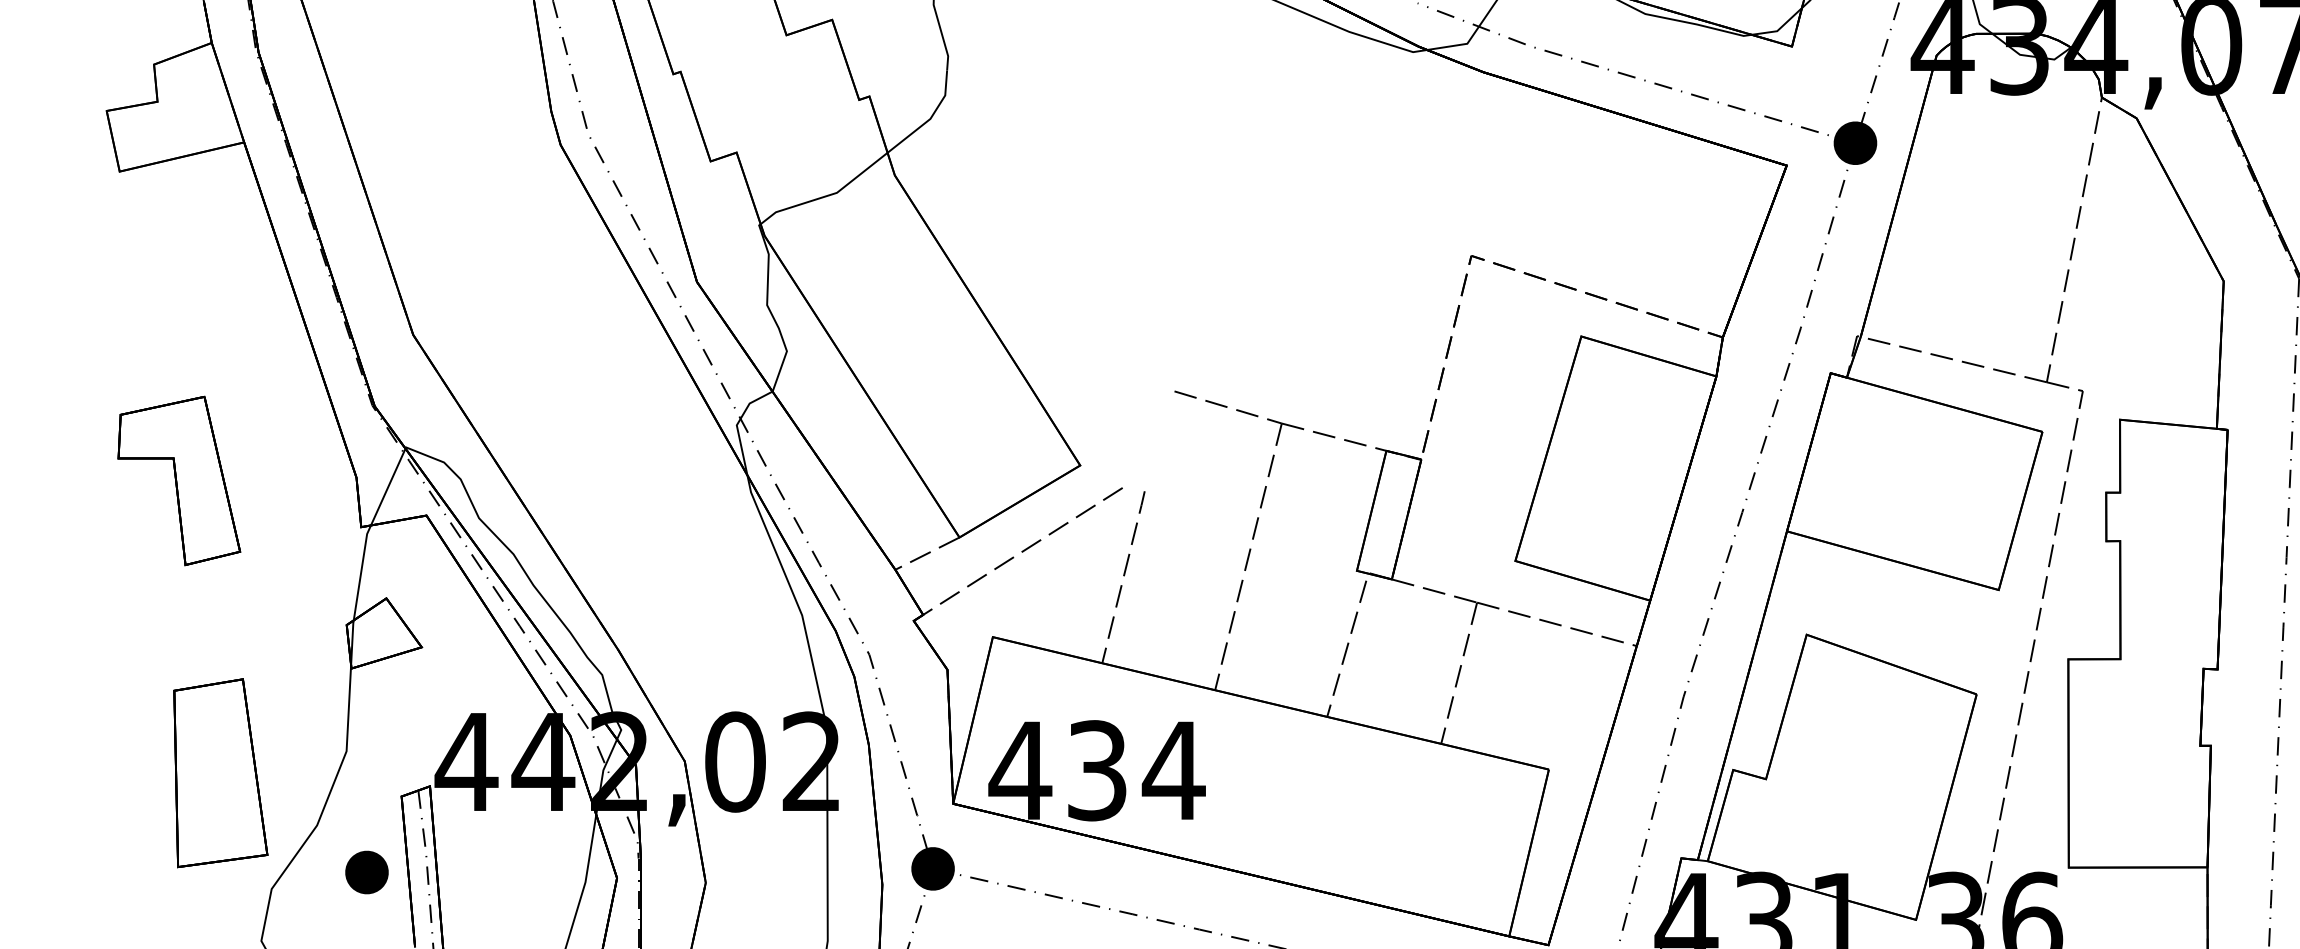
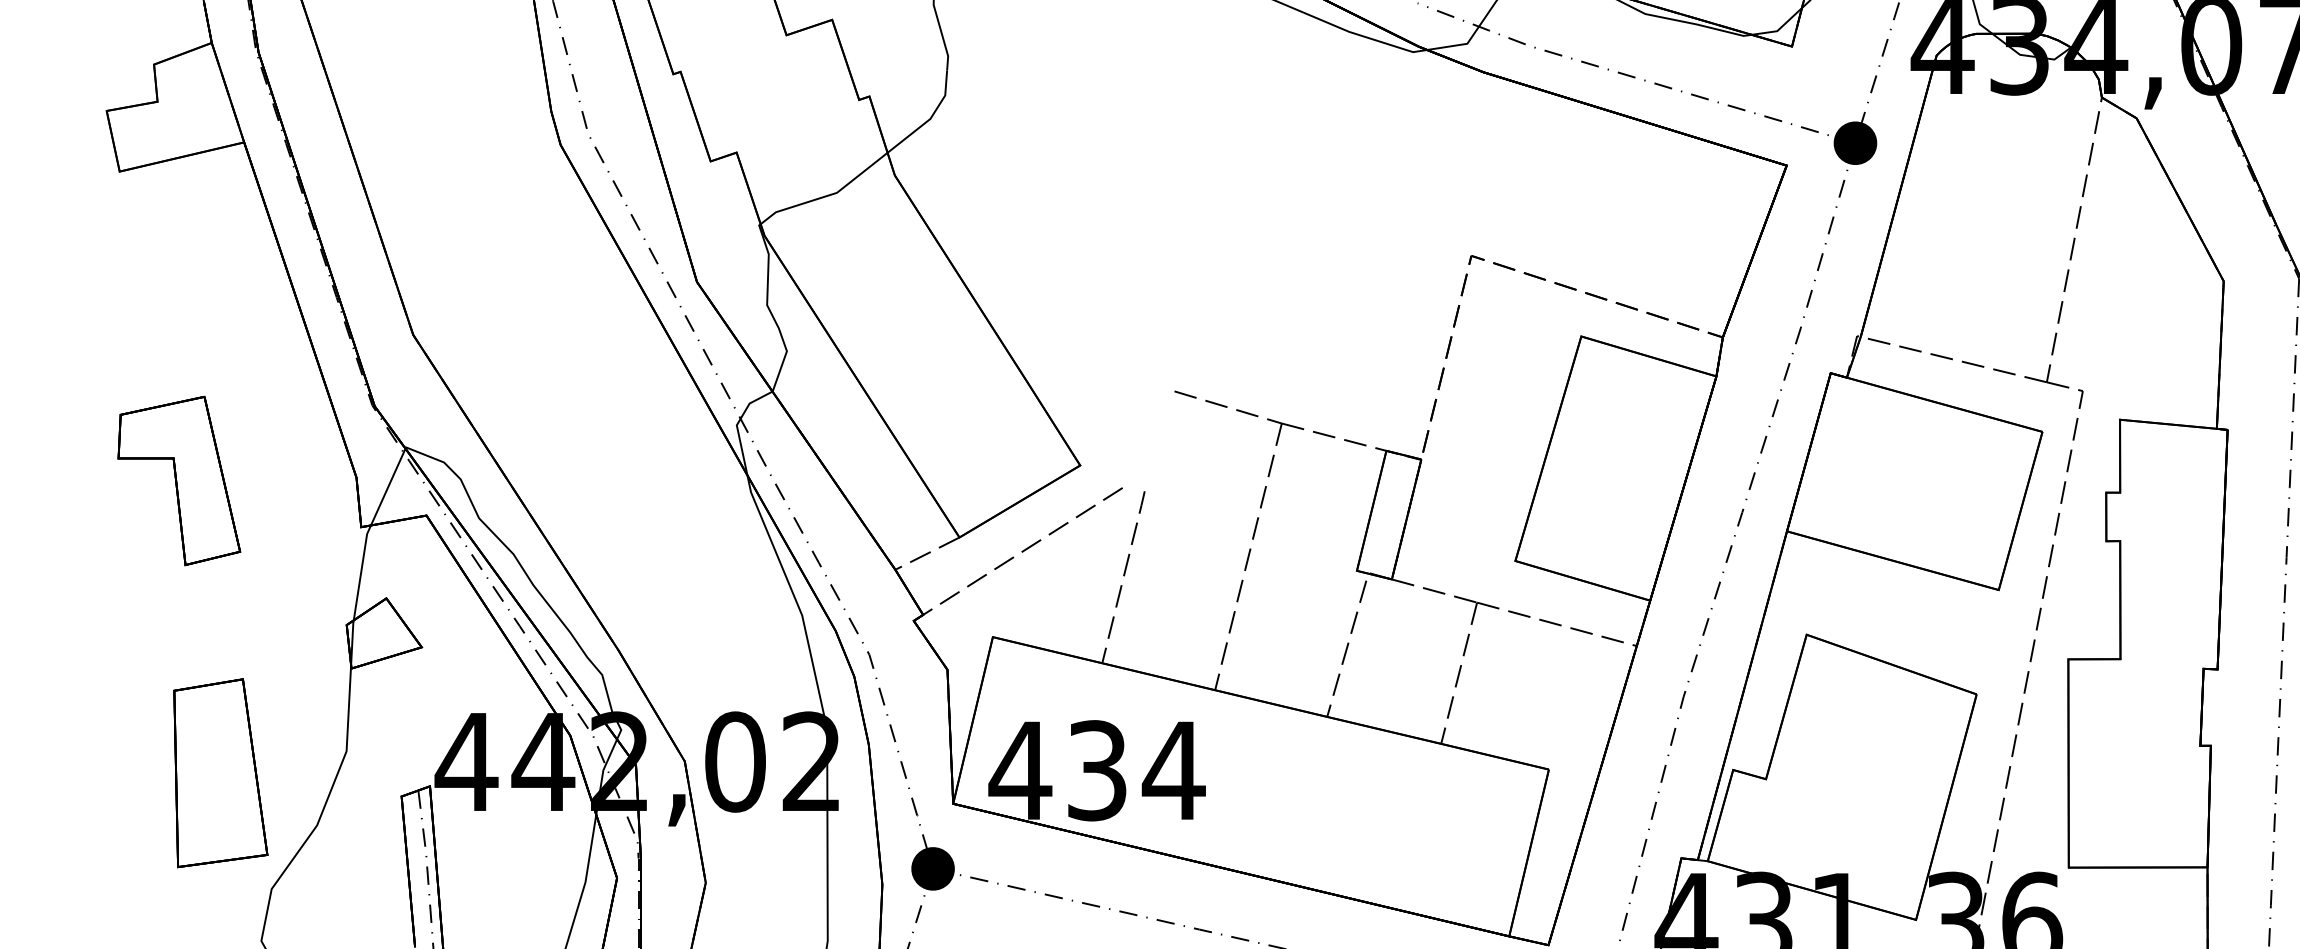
part at (366, 872): present -> none
